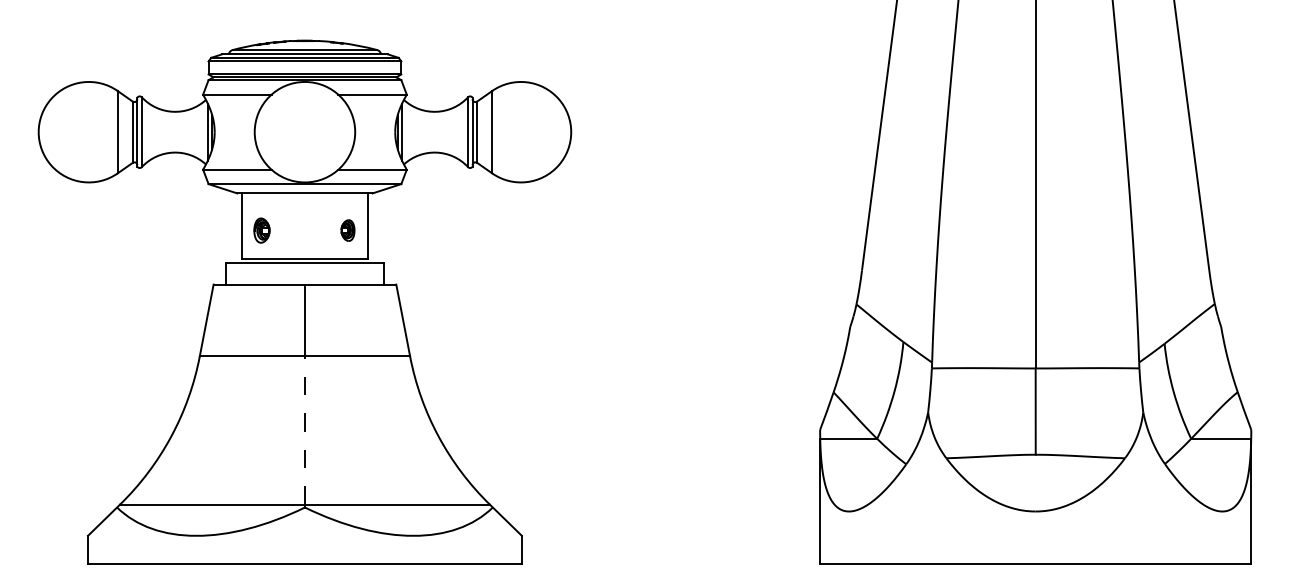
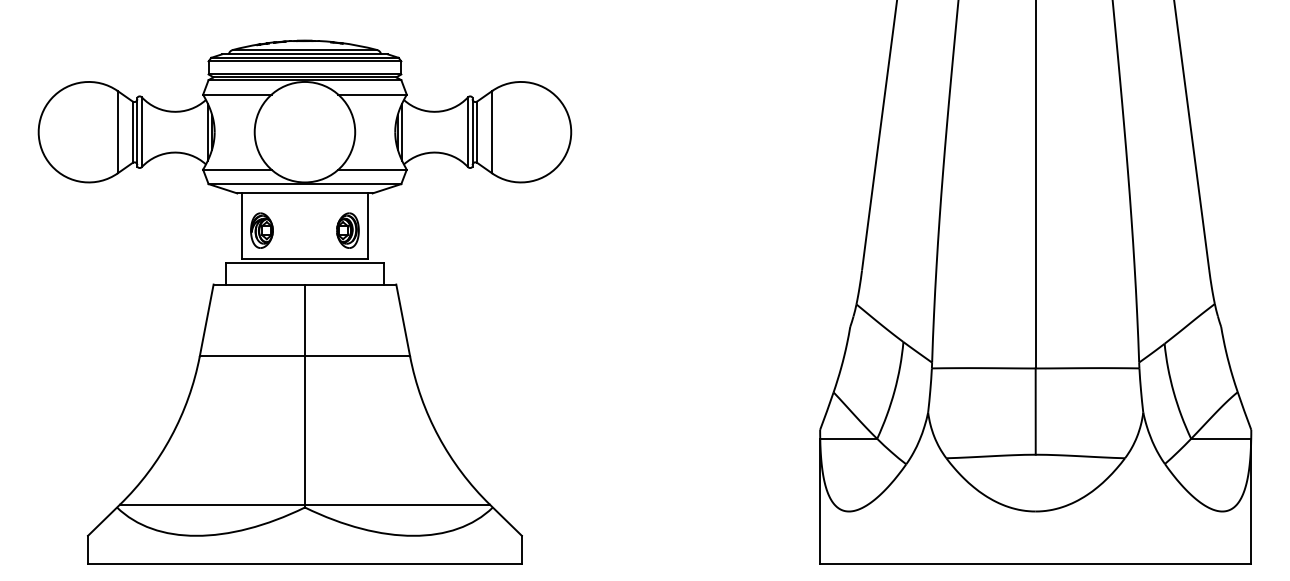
part at (261, 230) size: 18x27 px -> 24x37 px
part at (347, 230) size: 16x23 px -> 24x37 px
line at (304, 430): dashed -> solid
